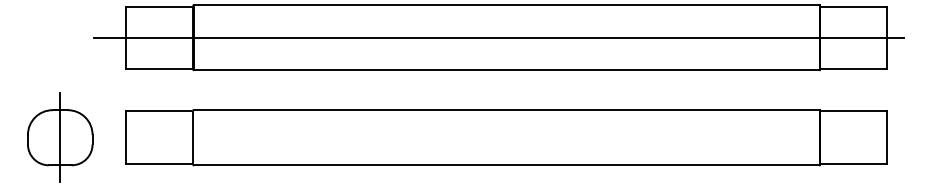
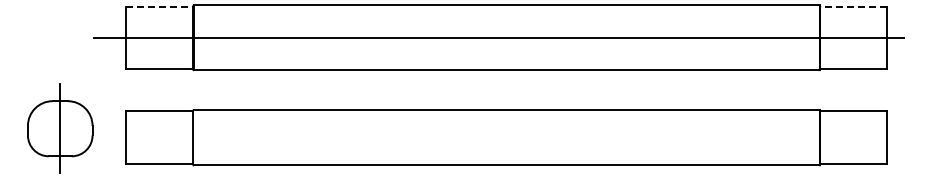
line at (160, 6): solid -> dashed
line at (852, 6): solid -> dashed
part at (60, 137) position: (60, 137) -> (60, 128)
